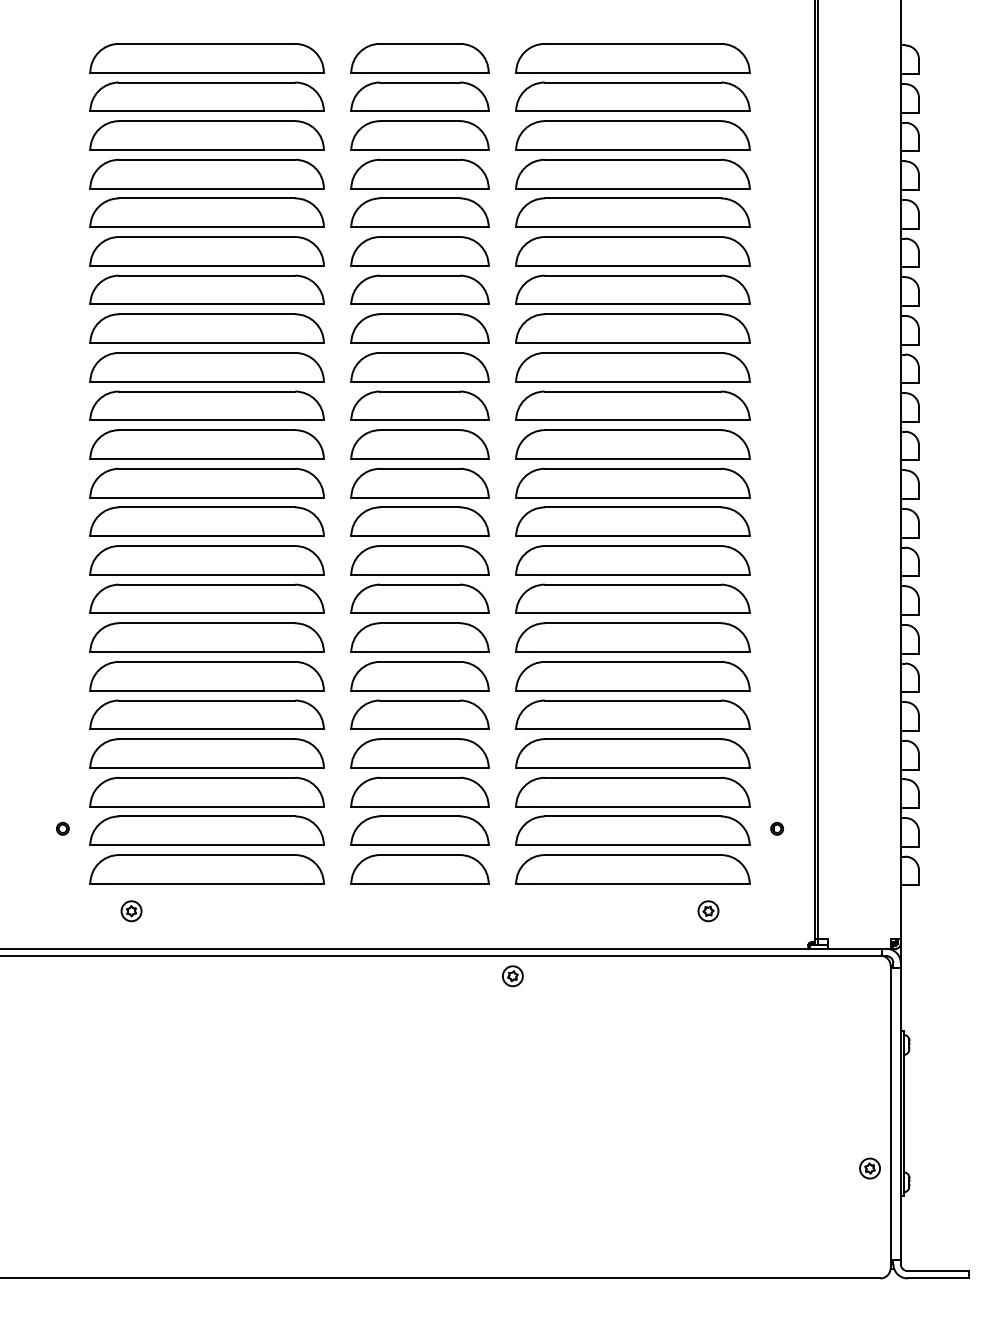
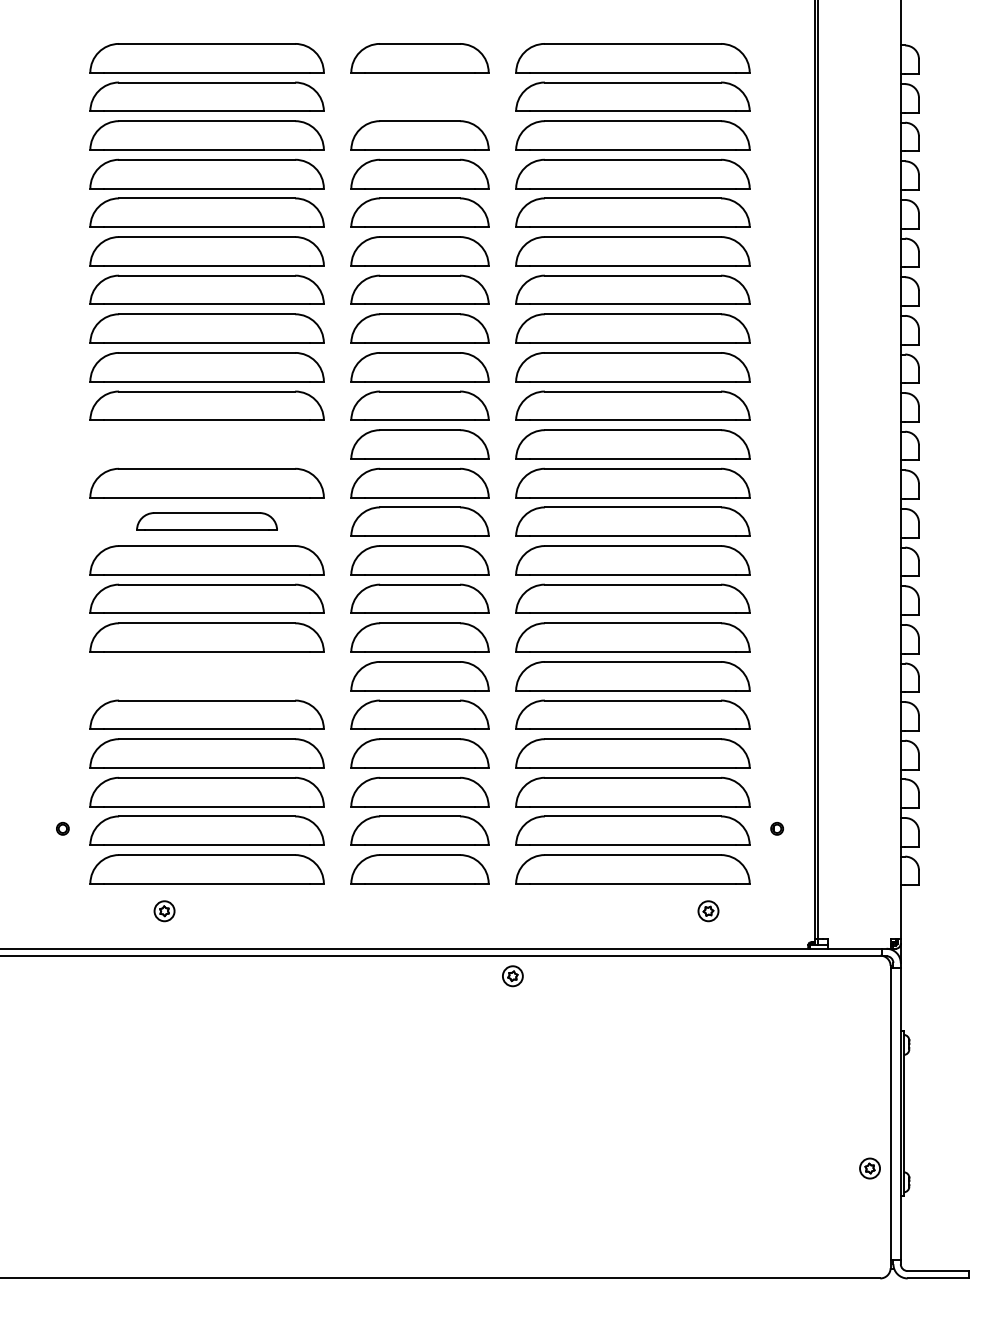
part at (419, 96): present -> none
part at (206, 444): present -> none
part at (206, 521) size: 236x31 px -> 142x19 px
part at (206, 676): present -> none
part at (131, 911) position: (131, 911) -> (164, 911)
